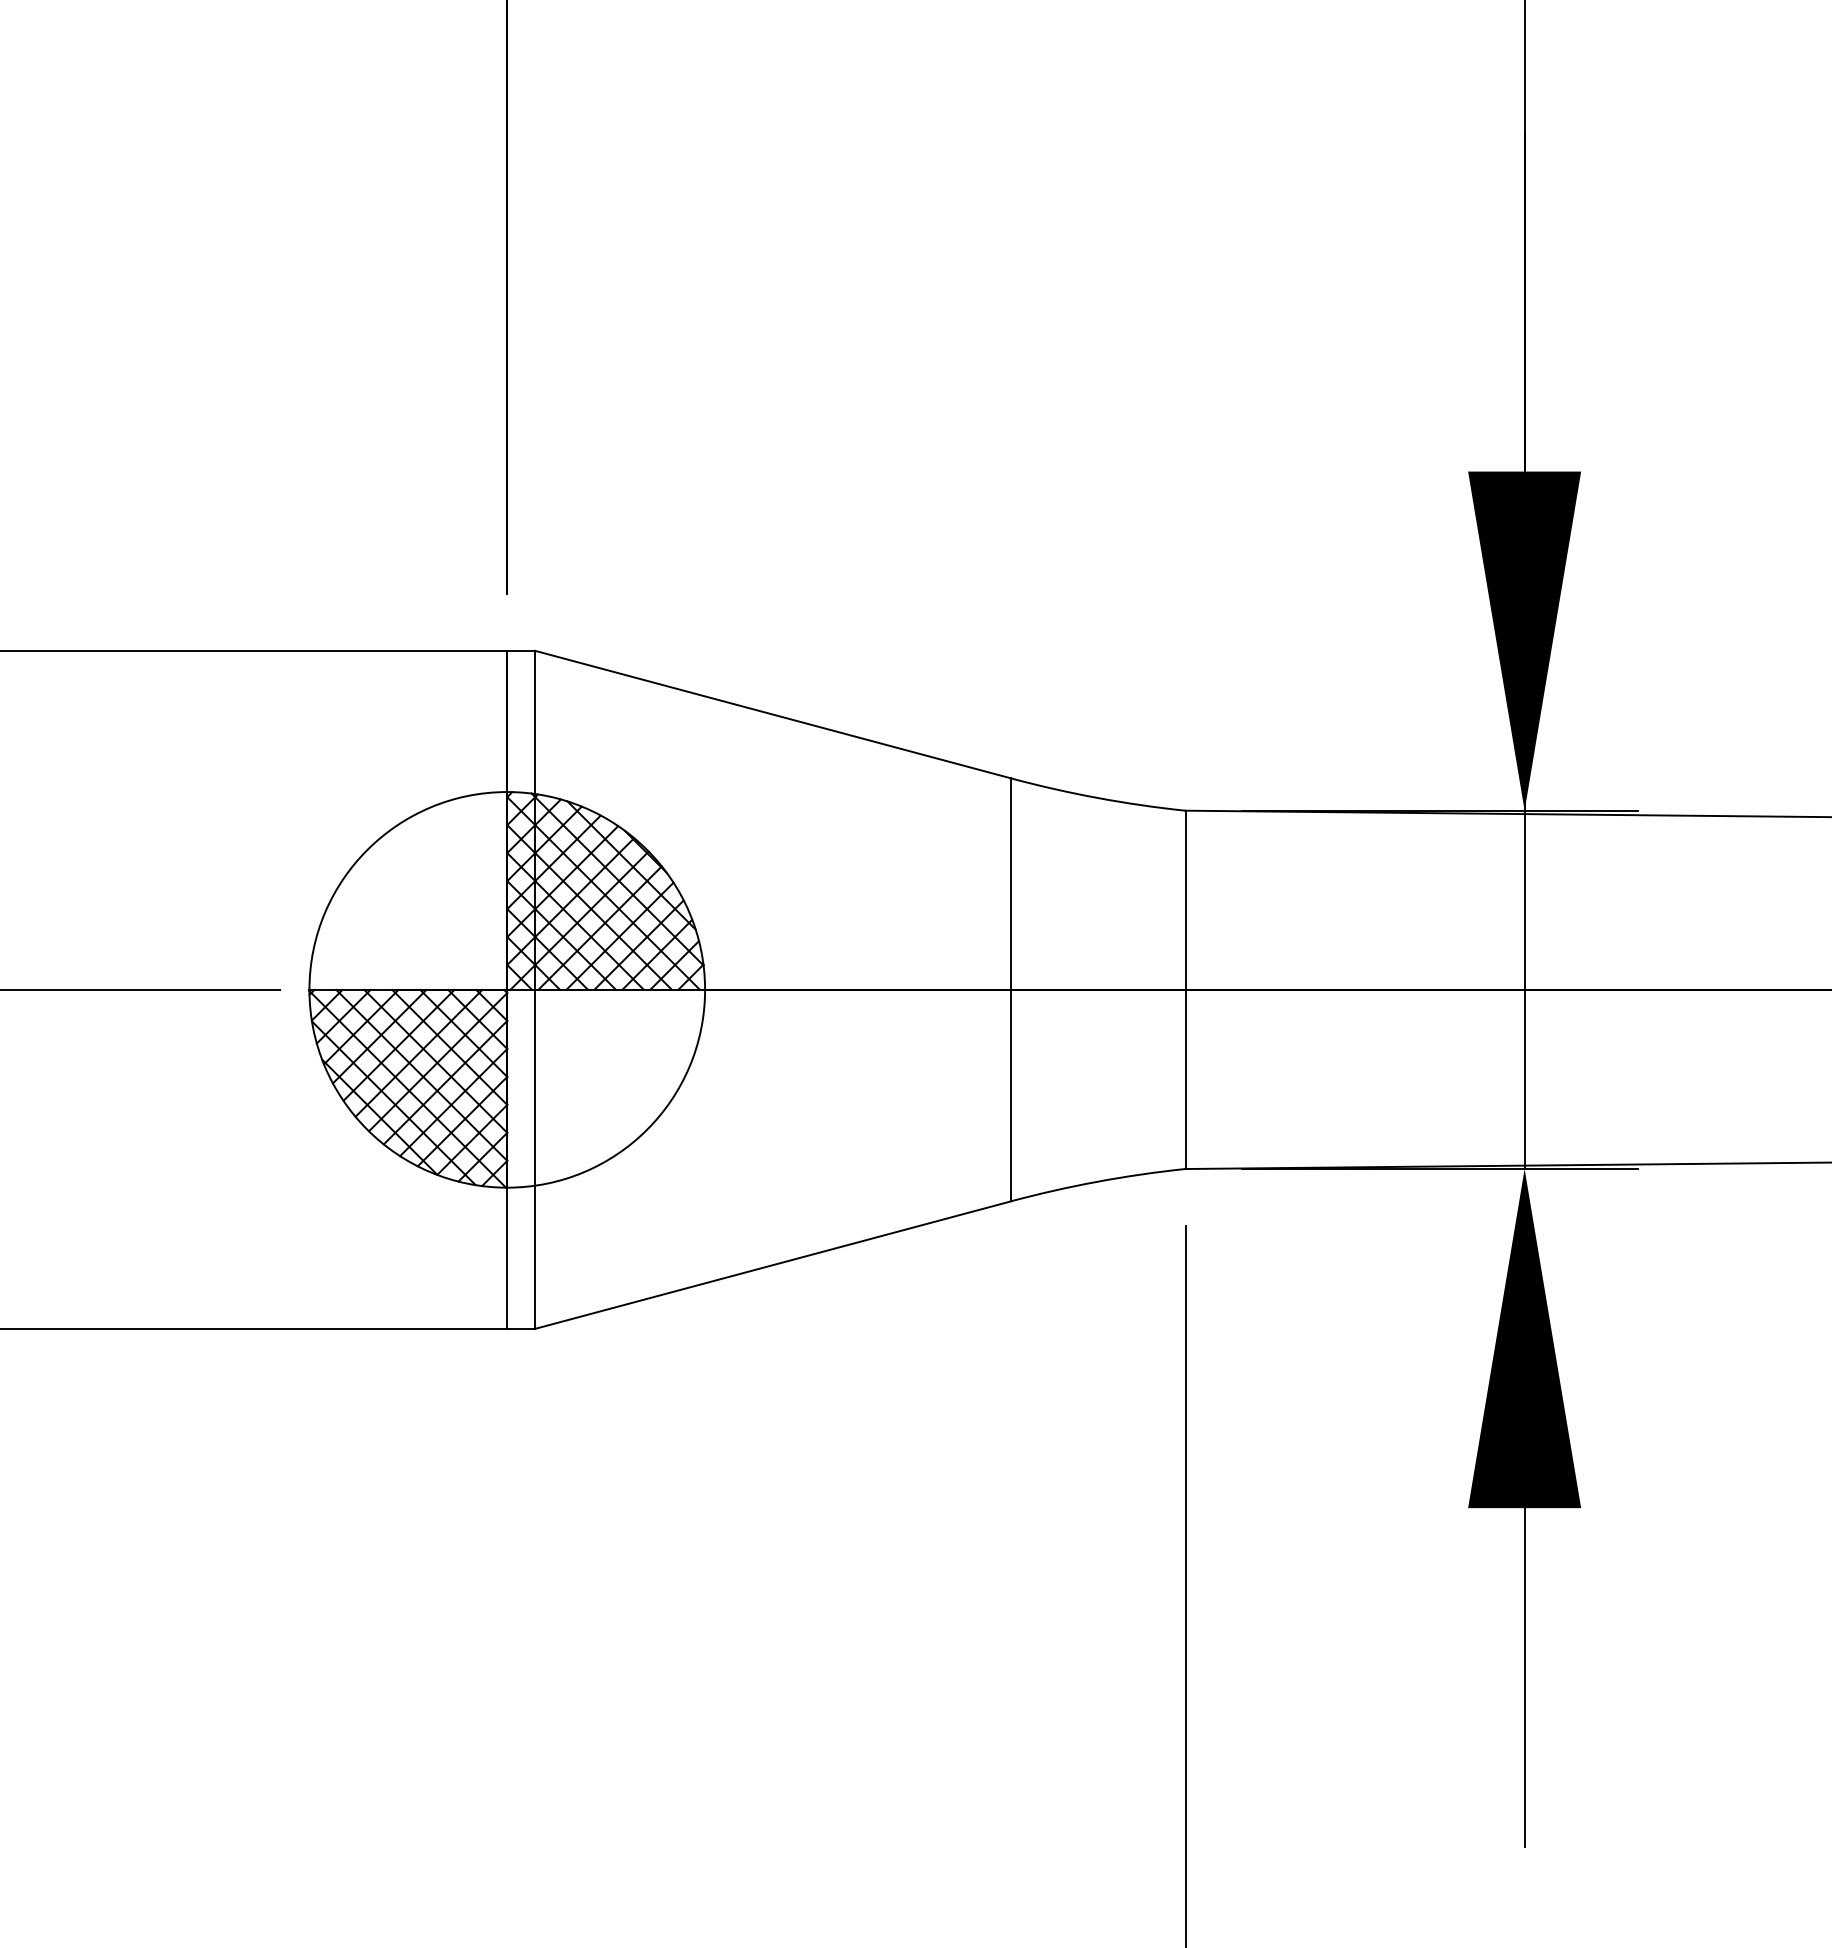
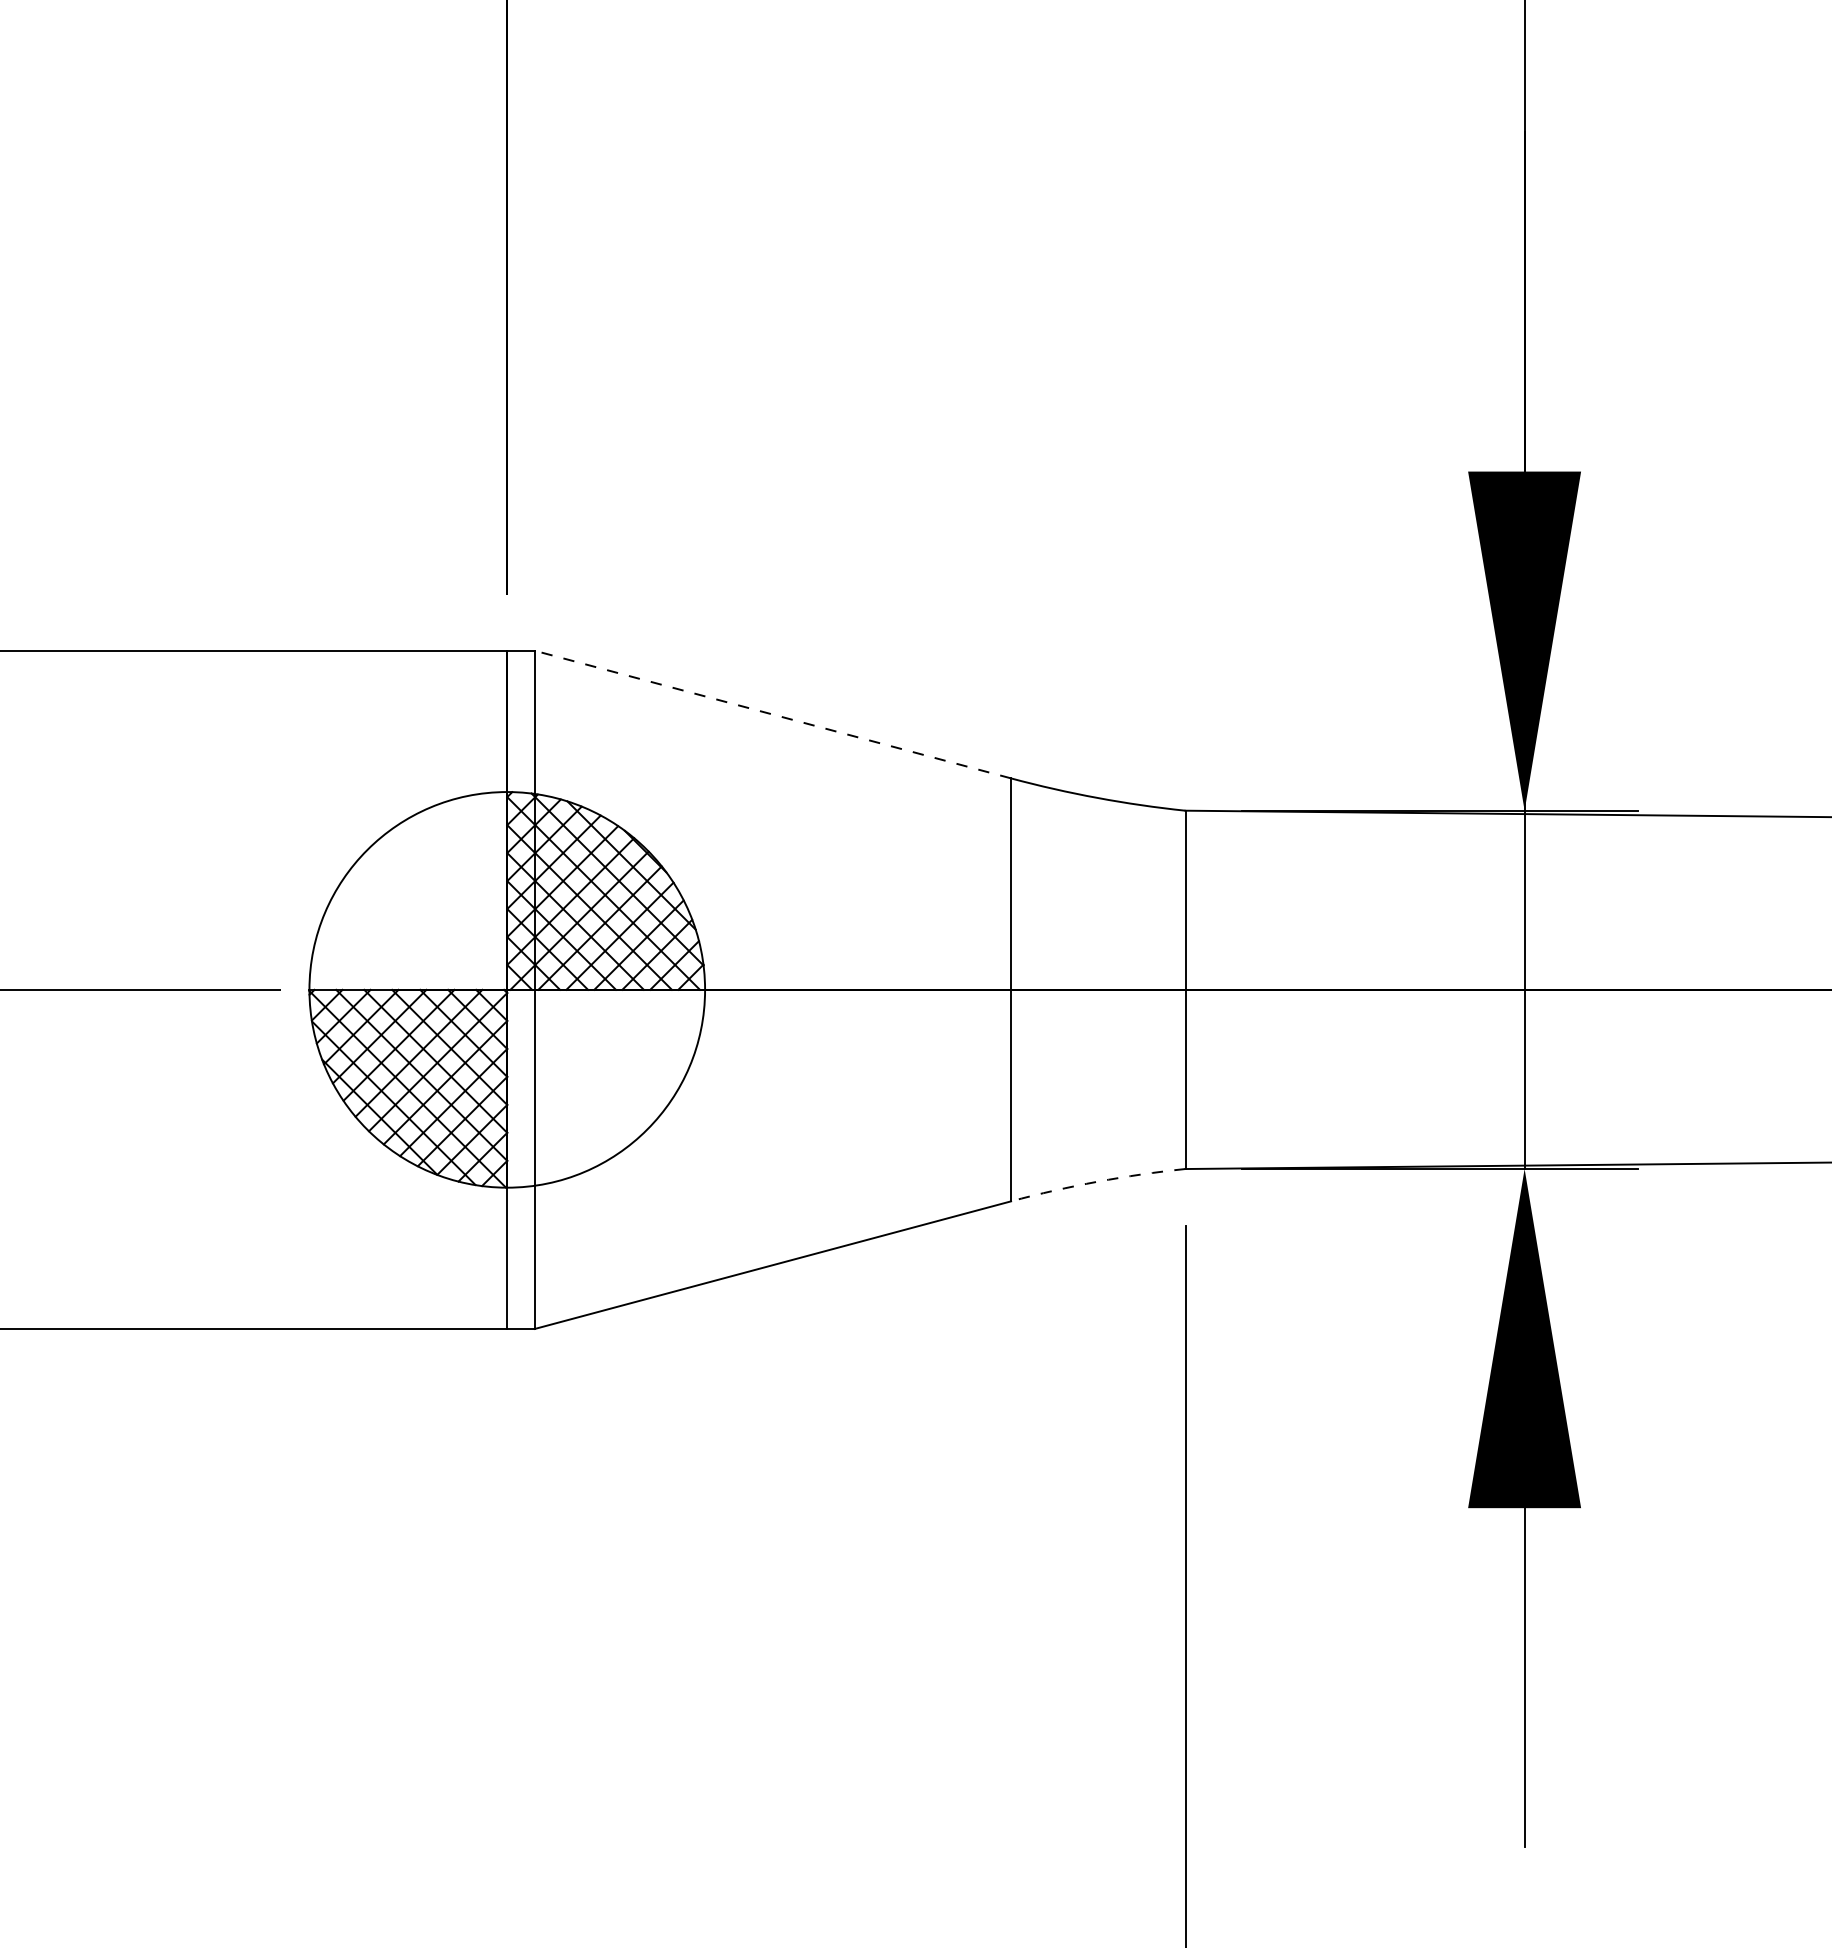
line at (772, 714): solid -> dashed
arc at (1097, 1181): solid -> dashed
